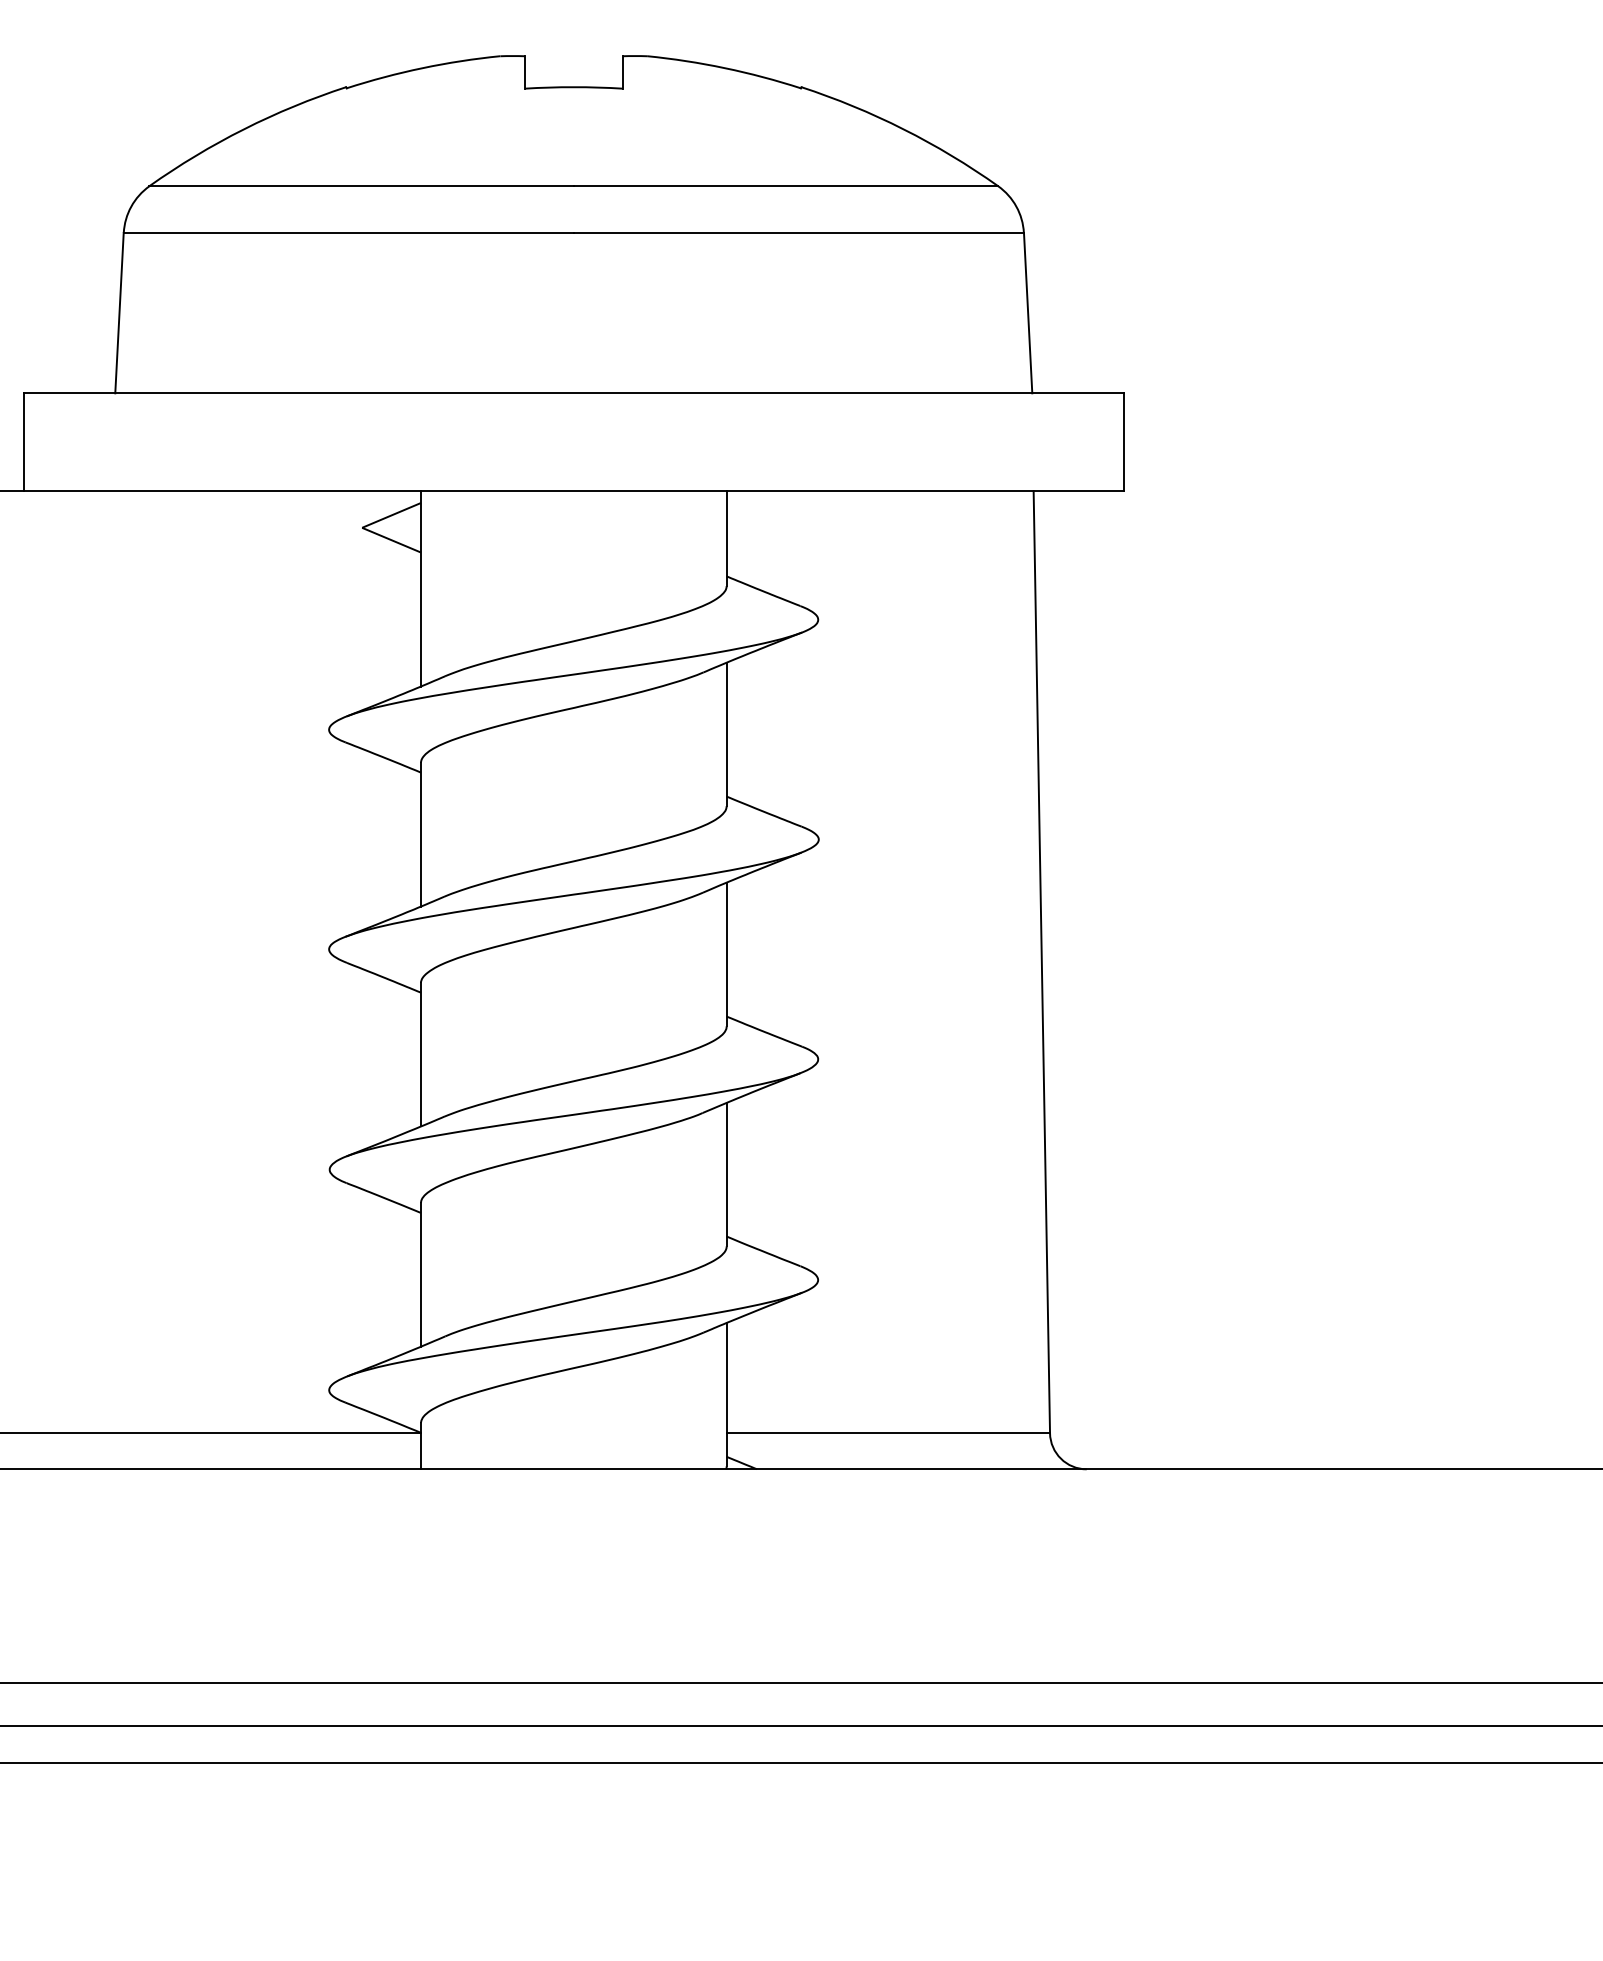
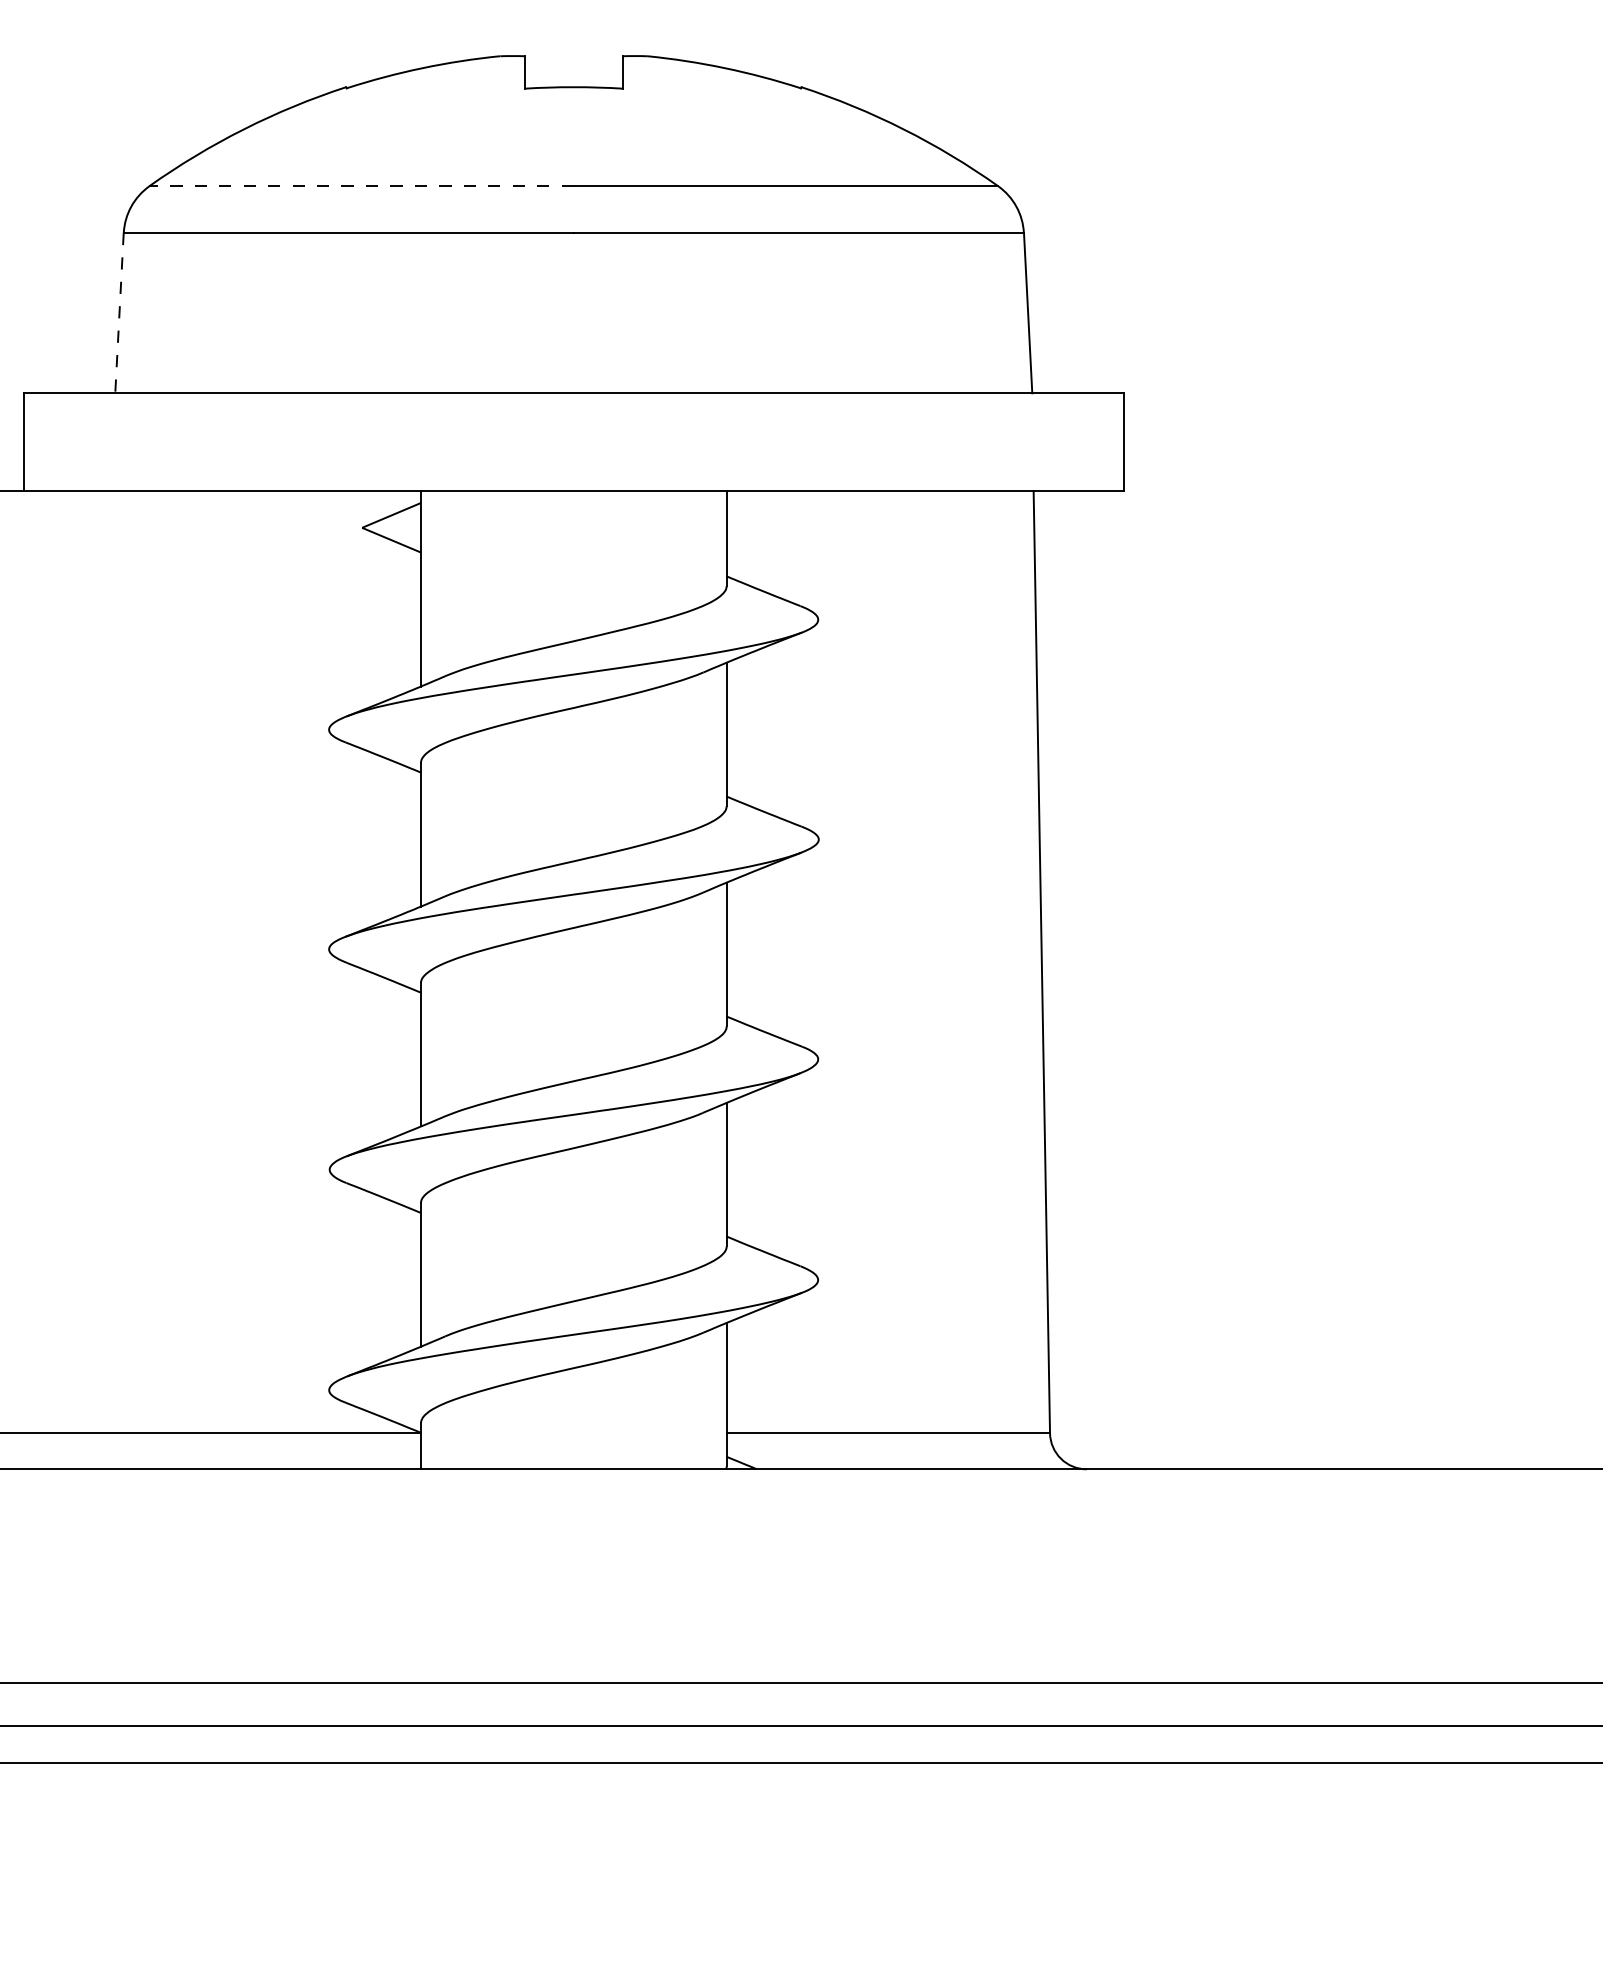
line at (361, 186): solid -> dashed
line at (119, 313): solid -> dashed
